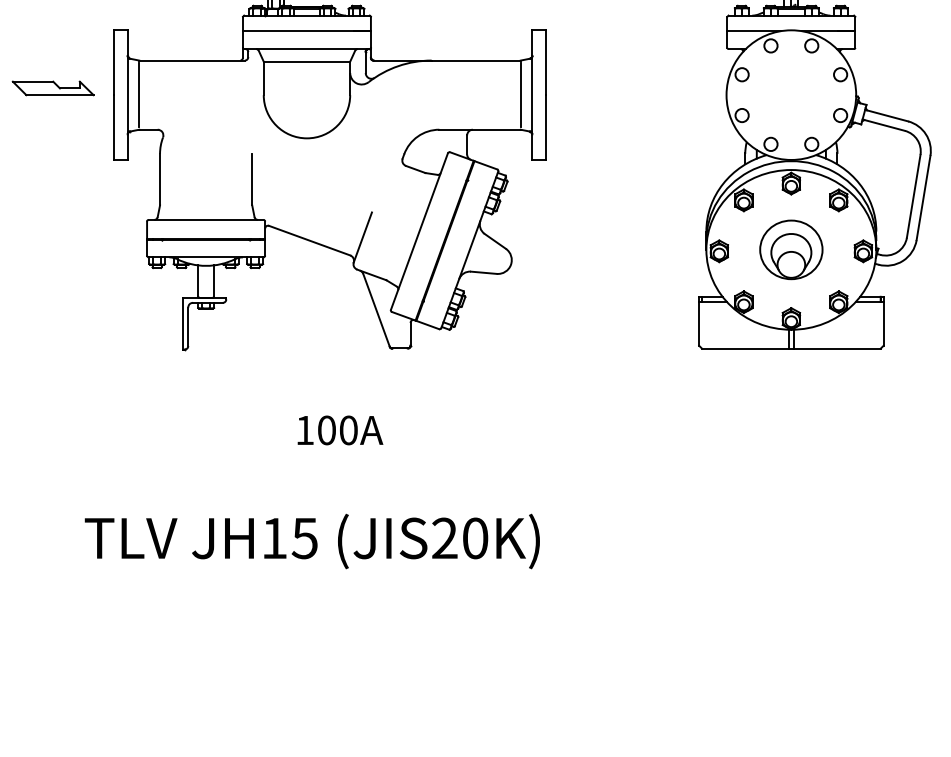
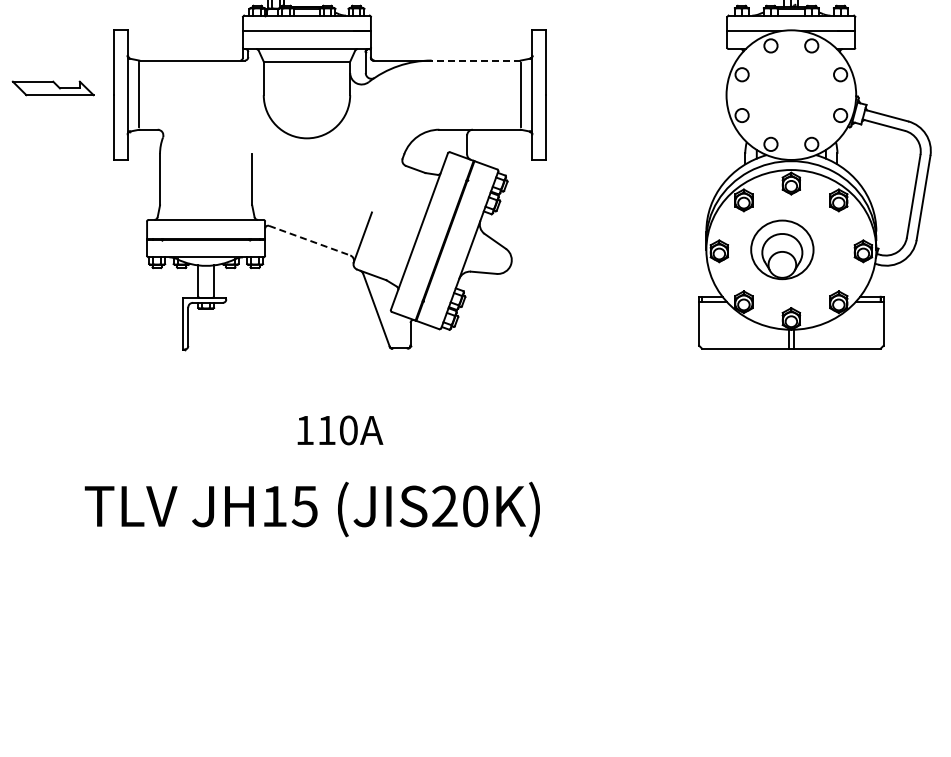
line at (476, 60): solid -> dashed
line at (310, 240): solid -> dashed
part at (791, 249) position: (791, 249) -> (782, 249)
text at (326, 430): 100A -> 110A
text at (311, 541) position: (311, 541) -> (311, 509)
